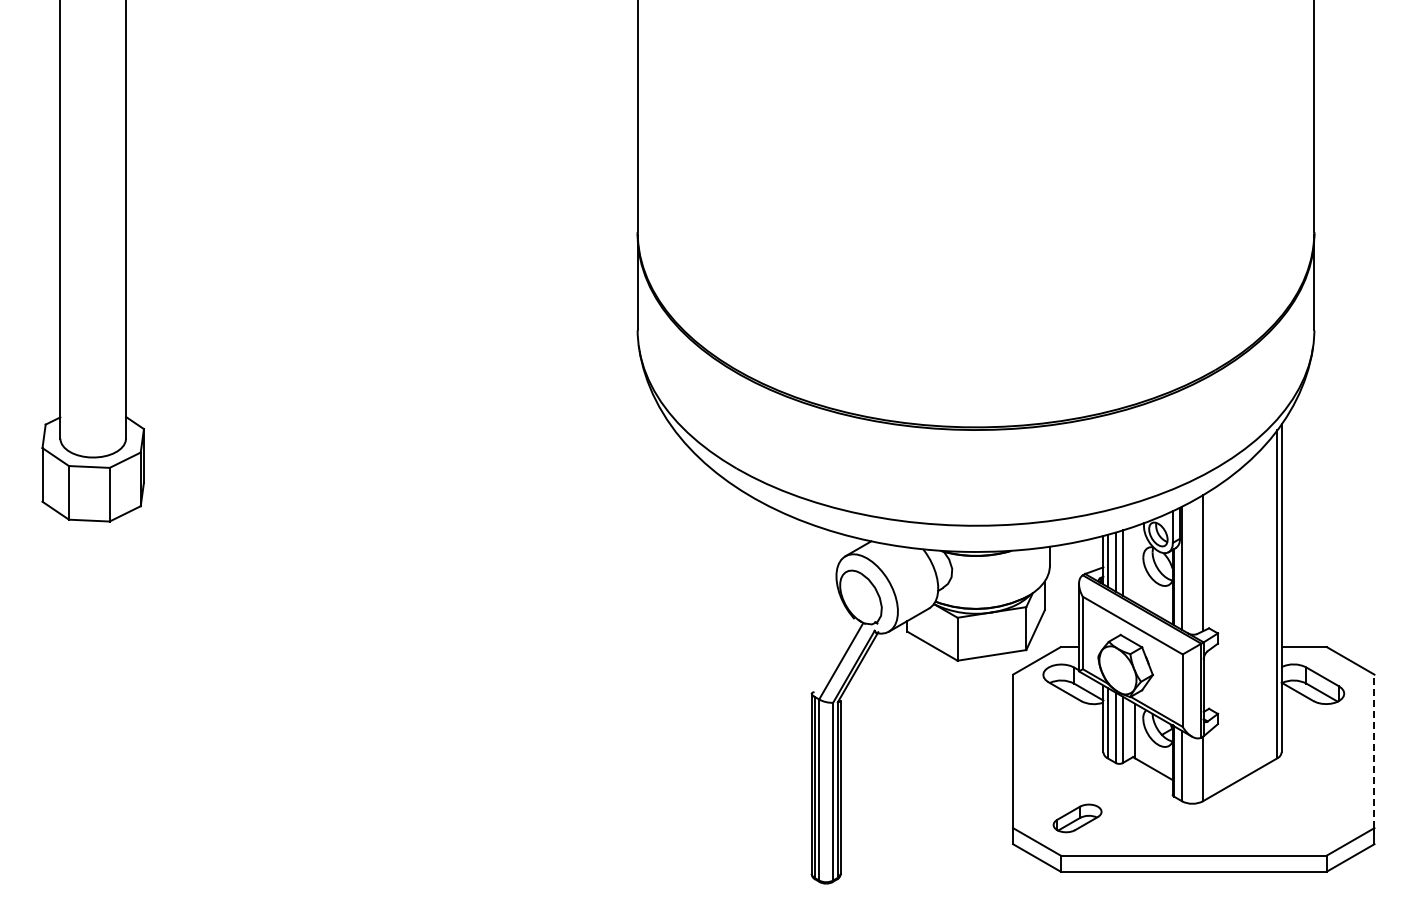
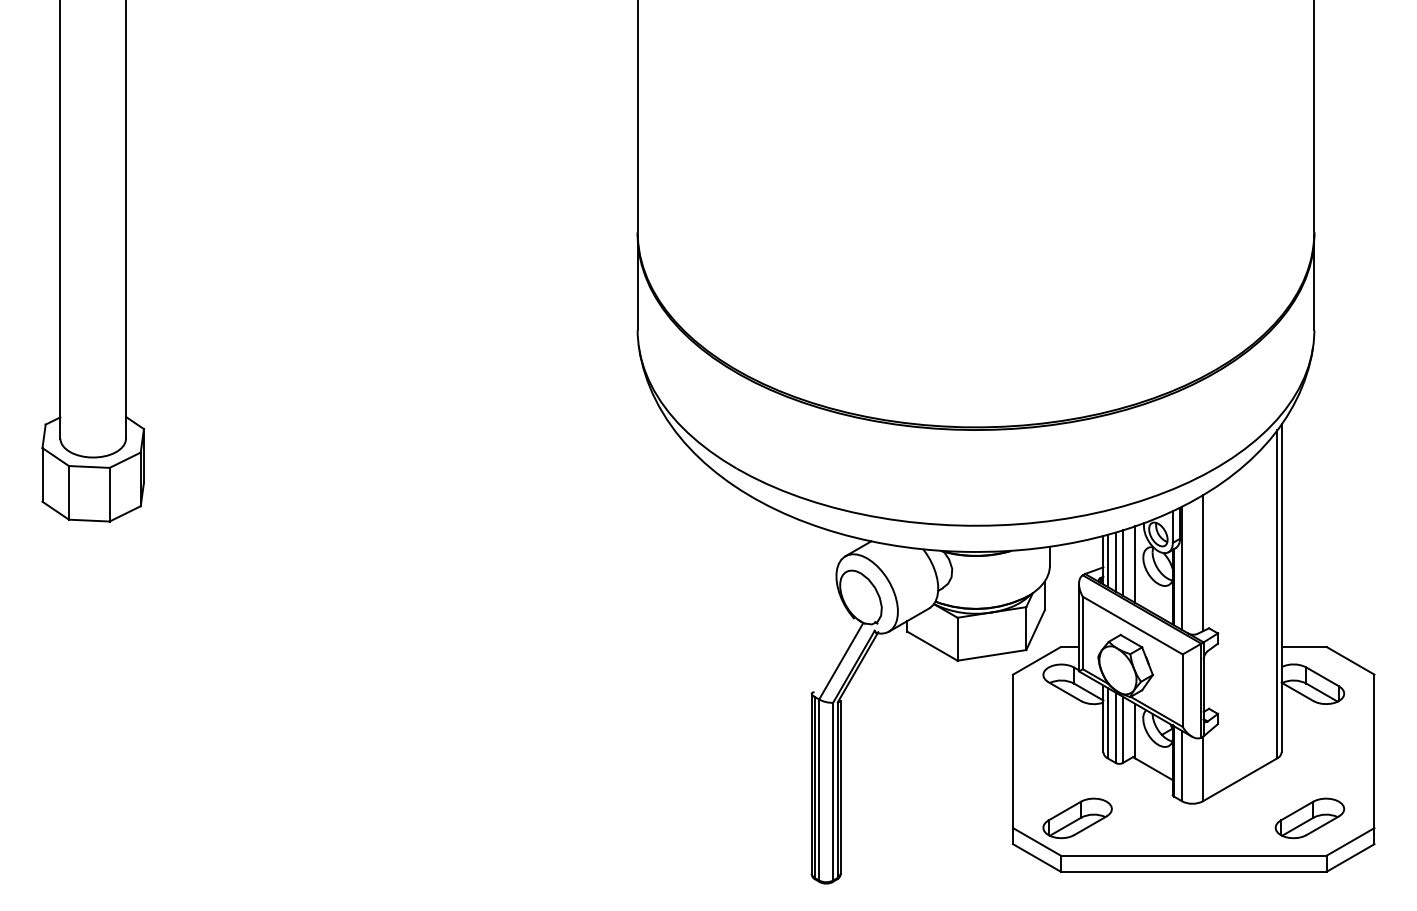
line at (1135, 564): none -> present
line at (1374, 751): dashed -> solid
part at (1077, 818) size: 51x31 px -> 71x43 px
part at (1309, 818): none -> present
